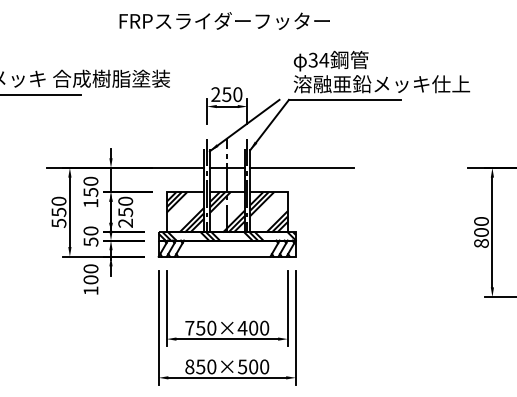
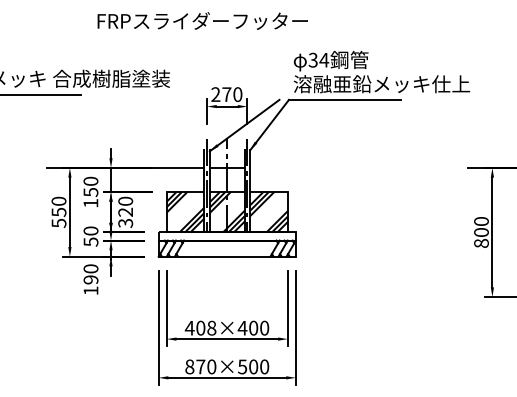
text at (224, 20) position: (224, 20) -> (202, 20)
text at (226, 94): 250 -> 270
line at (302, 167): present -> none
text at (125, 217): 250 -> 320
hatch at (226, 236): present -> none
text at (90, 279): 100 -> 190
text at (200, 327): 750×400 -> 408×400
text at (200, 366): 850×500 -> 870×500
